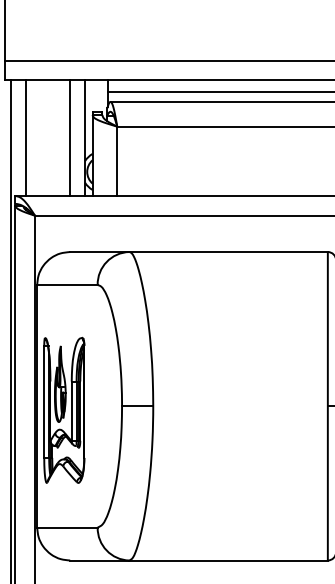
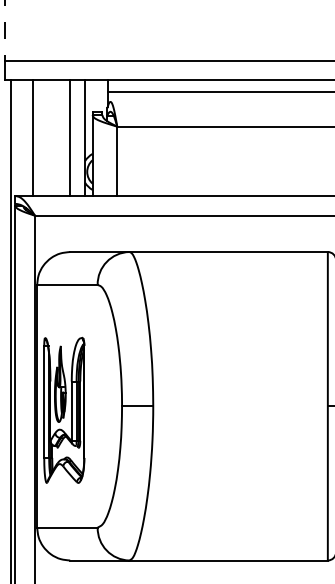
line at (4, 30): solid -> dashed
line at (220, 101): present -> none
line at (25, 137) position: (25, 137) -> (32, 137)
